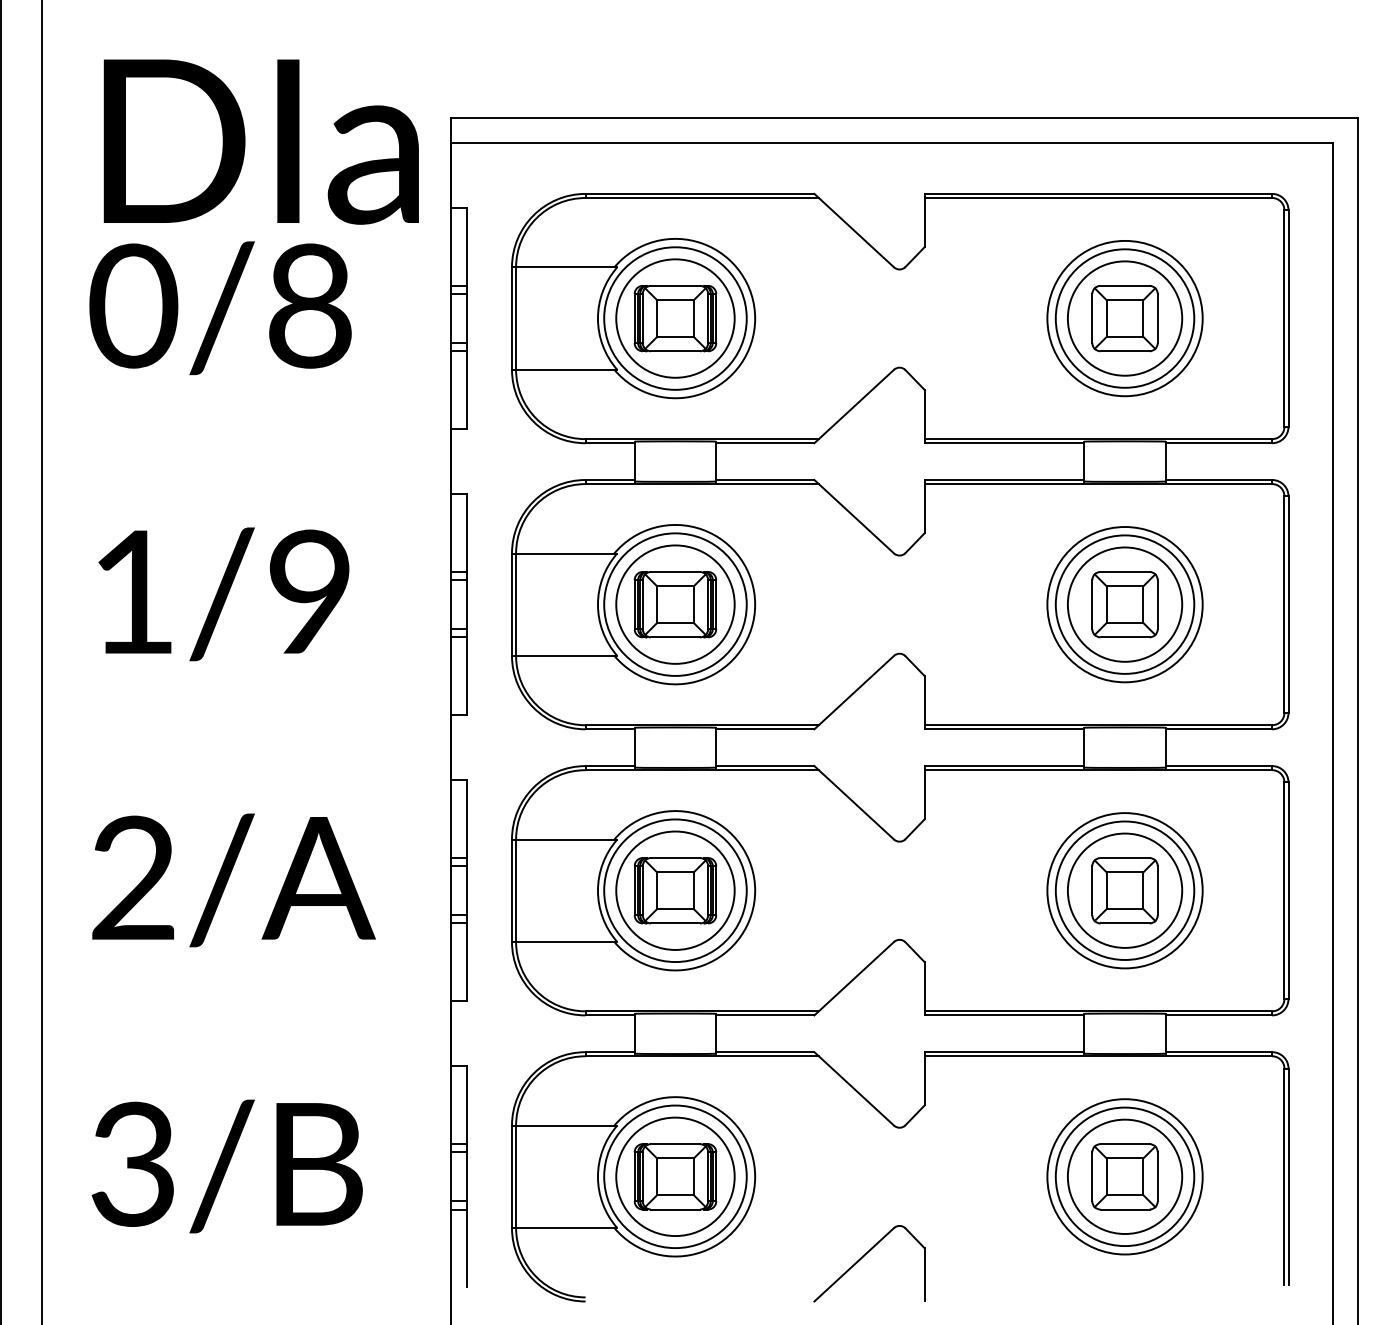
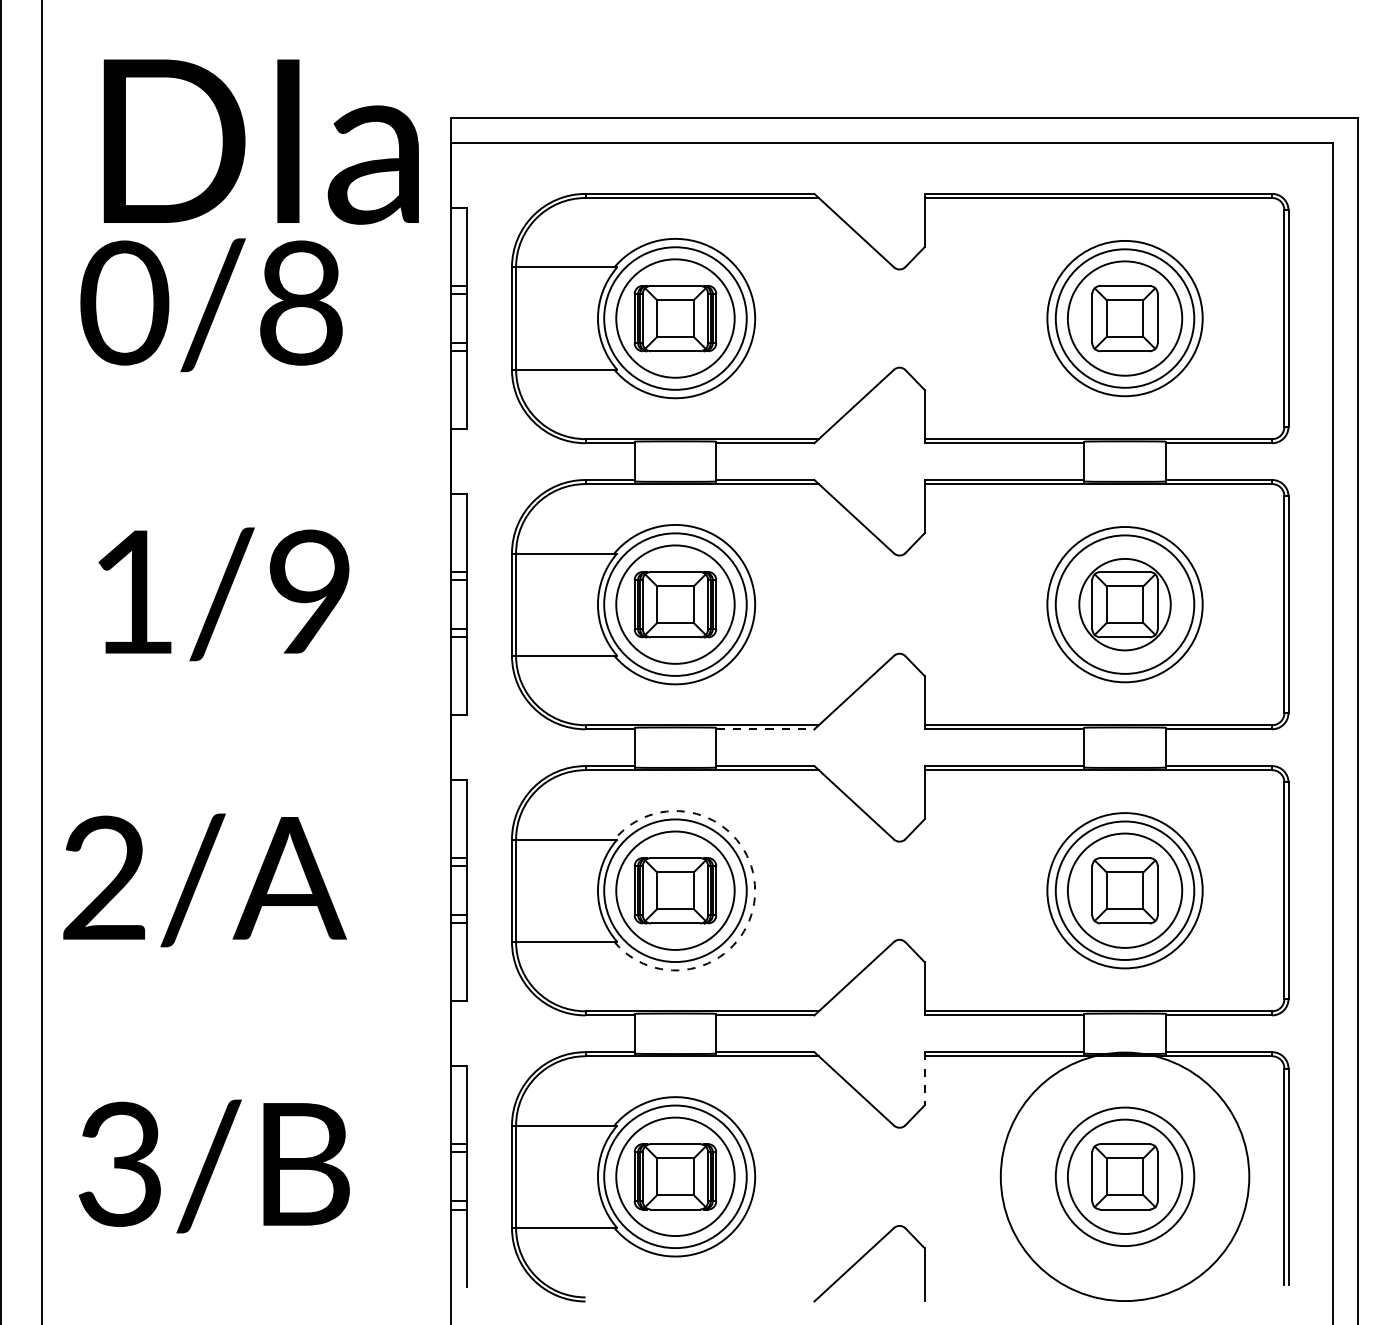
text at (220, 308) position: (220, 308) -> (211, 305)
circle at (1124, 604) diameter: 114 px -> 91 px
line at (765, 729): solid -> dashed
text at (233, 880) position: (233, 880) -> (204, 880)
arc at (755, 890): solid -> dashed
line at (924, 1078): solid -> dashed
text at (226, 1166) position: (226, 1166) -> (213, 1166)
circle at (1124, 1176) diameter: 155 px -> 248 px
